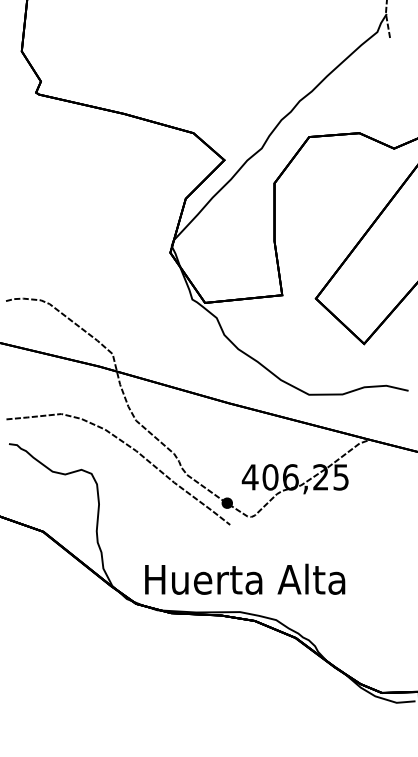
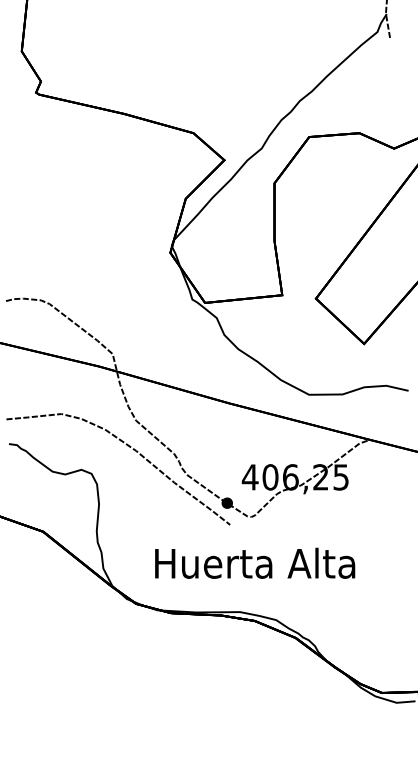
text at (245, 578) position: (245, 578) -> (255, 562)
